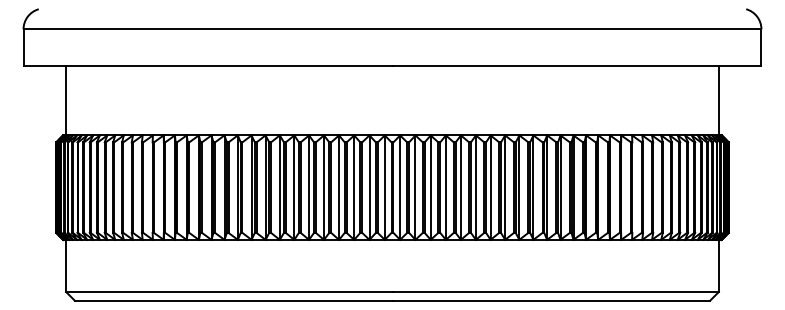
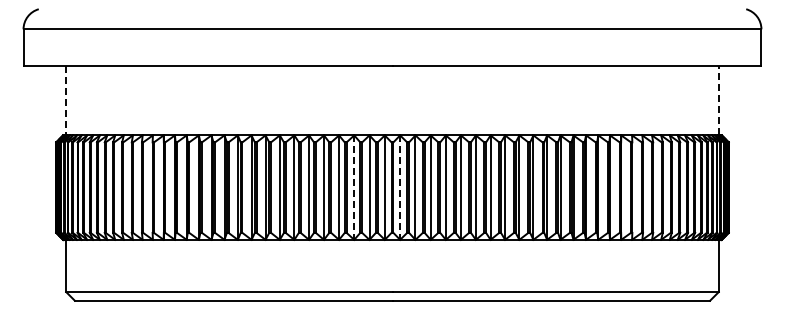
line at (66, 100): solid -> dashed
line at (718, 100): solid -> dashed
line at (354, 188): solid -> dashed
line at (400, 188): solid -> dashed
